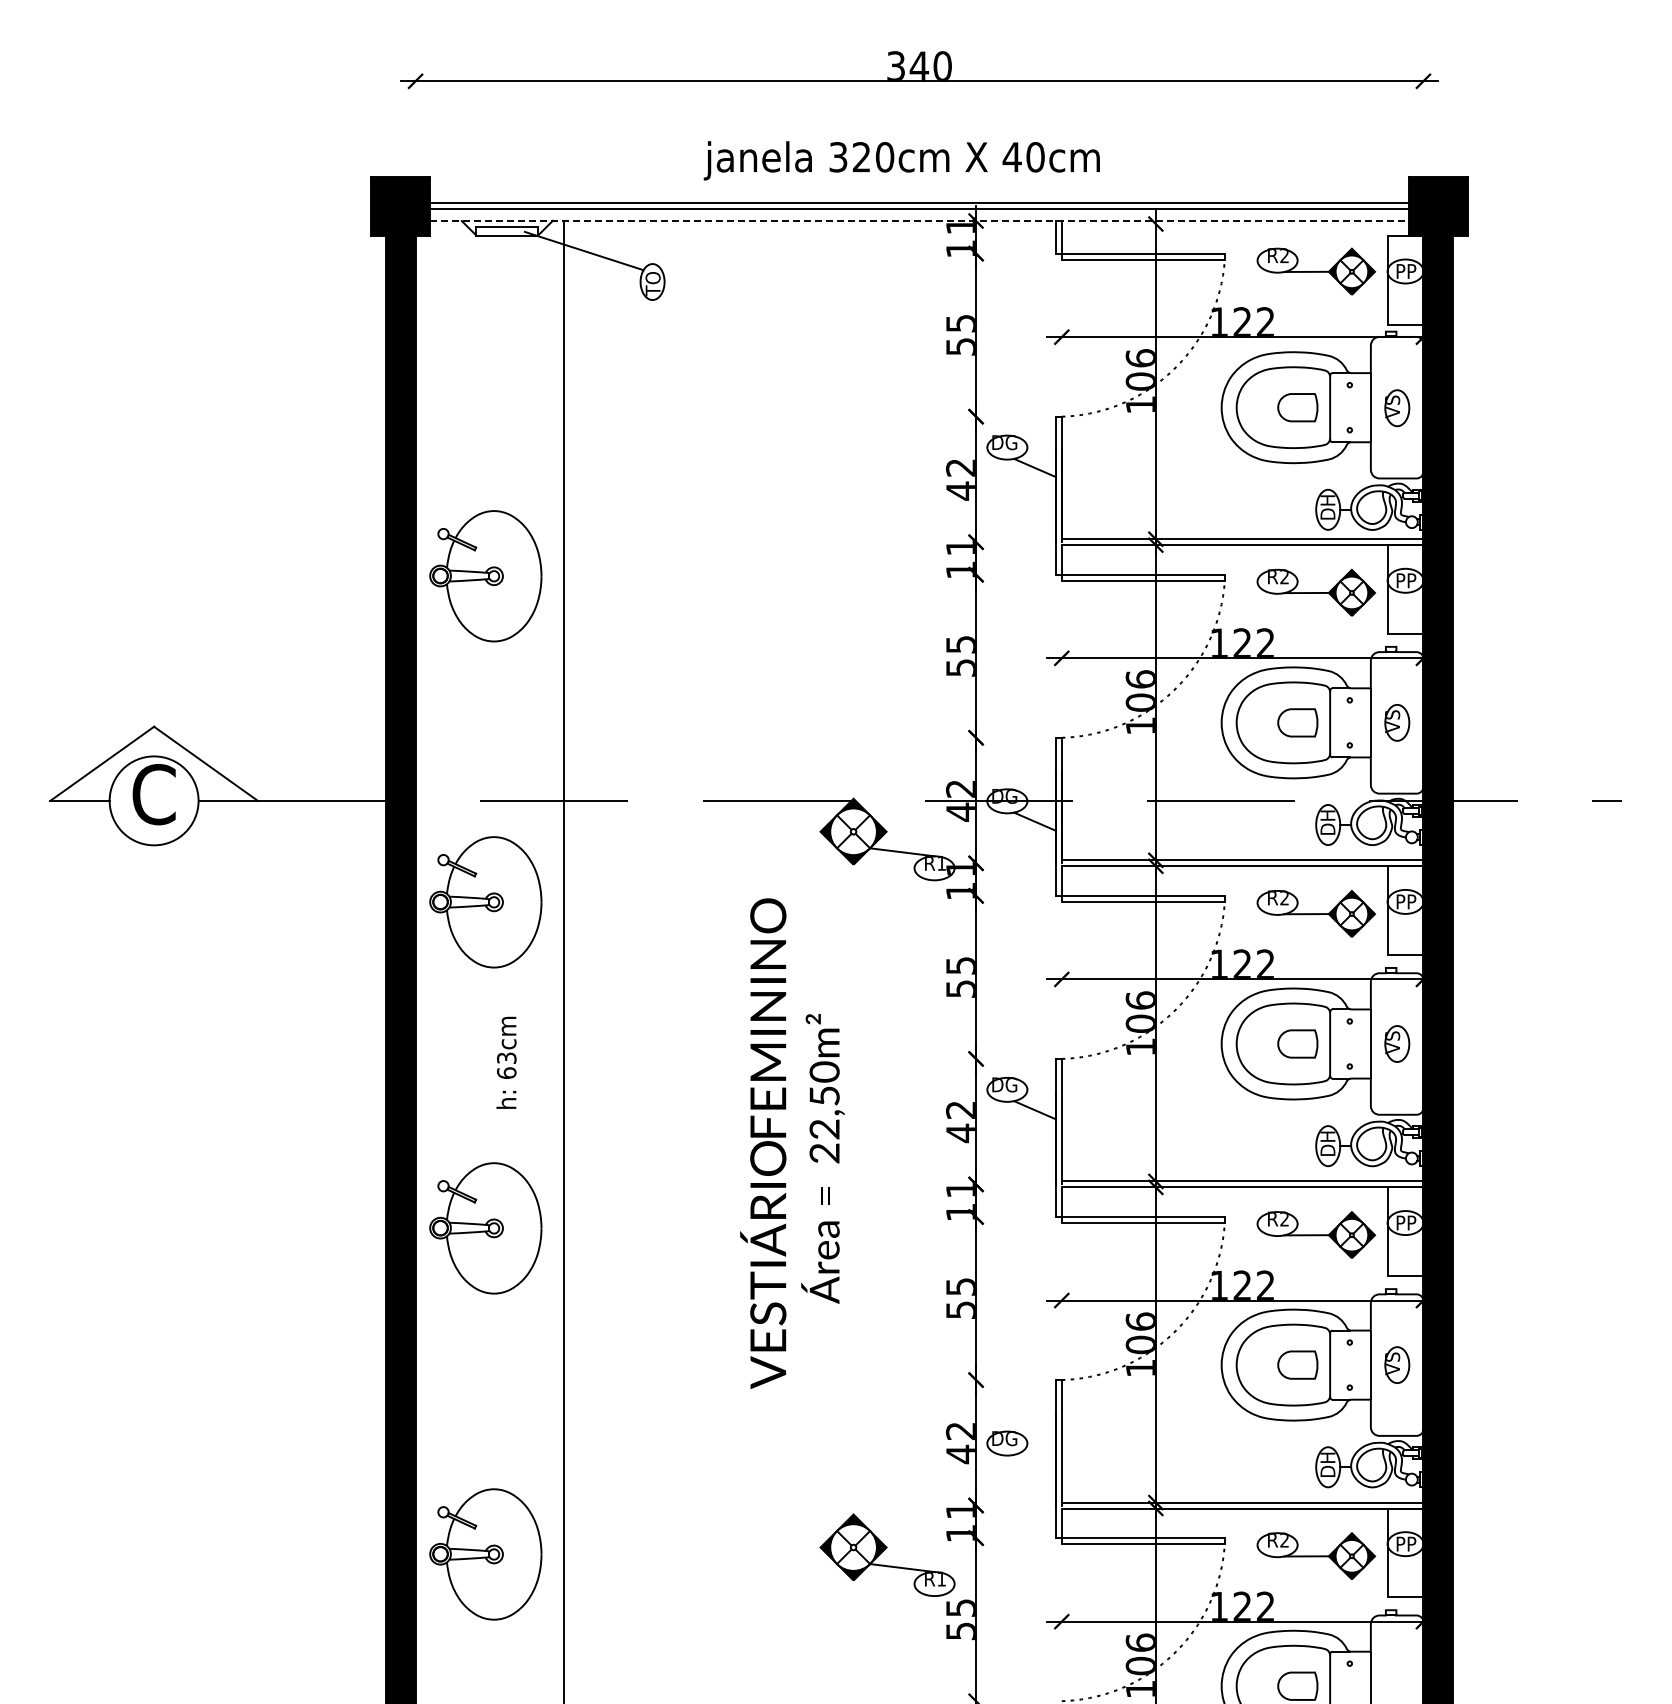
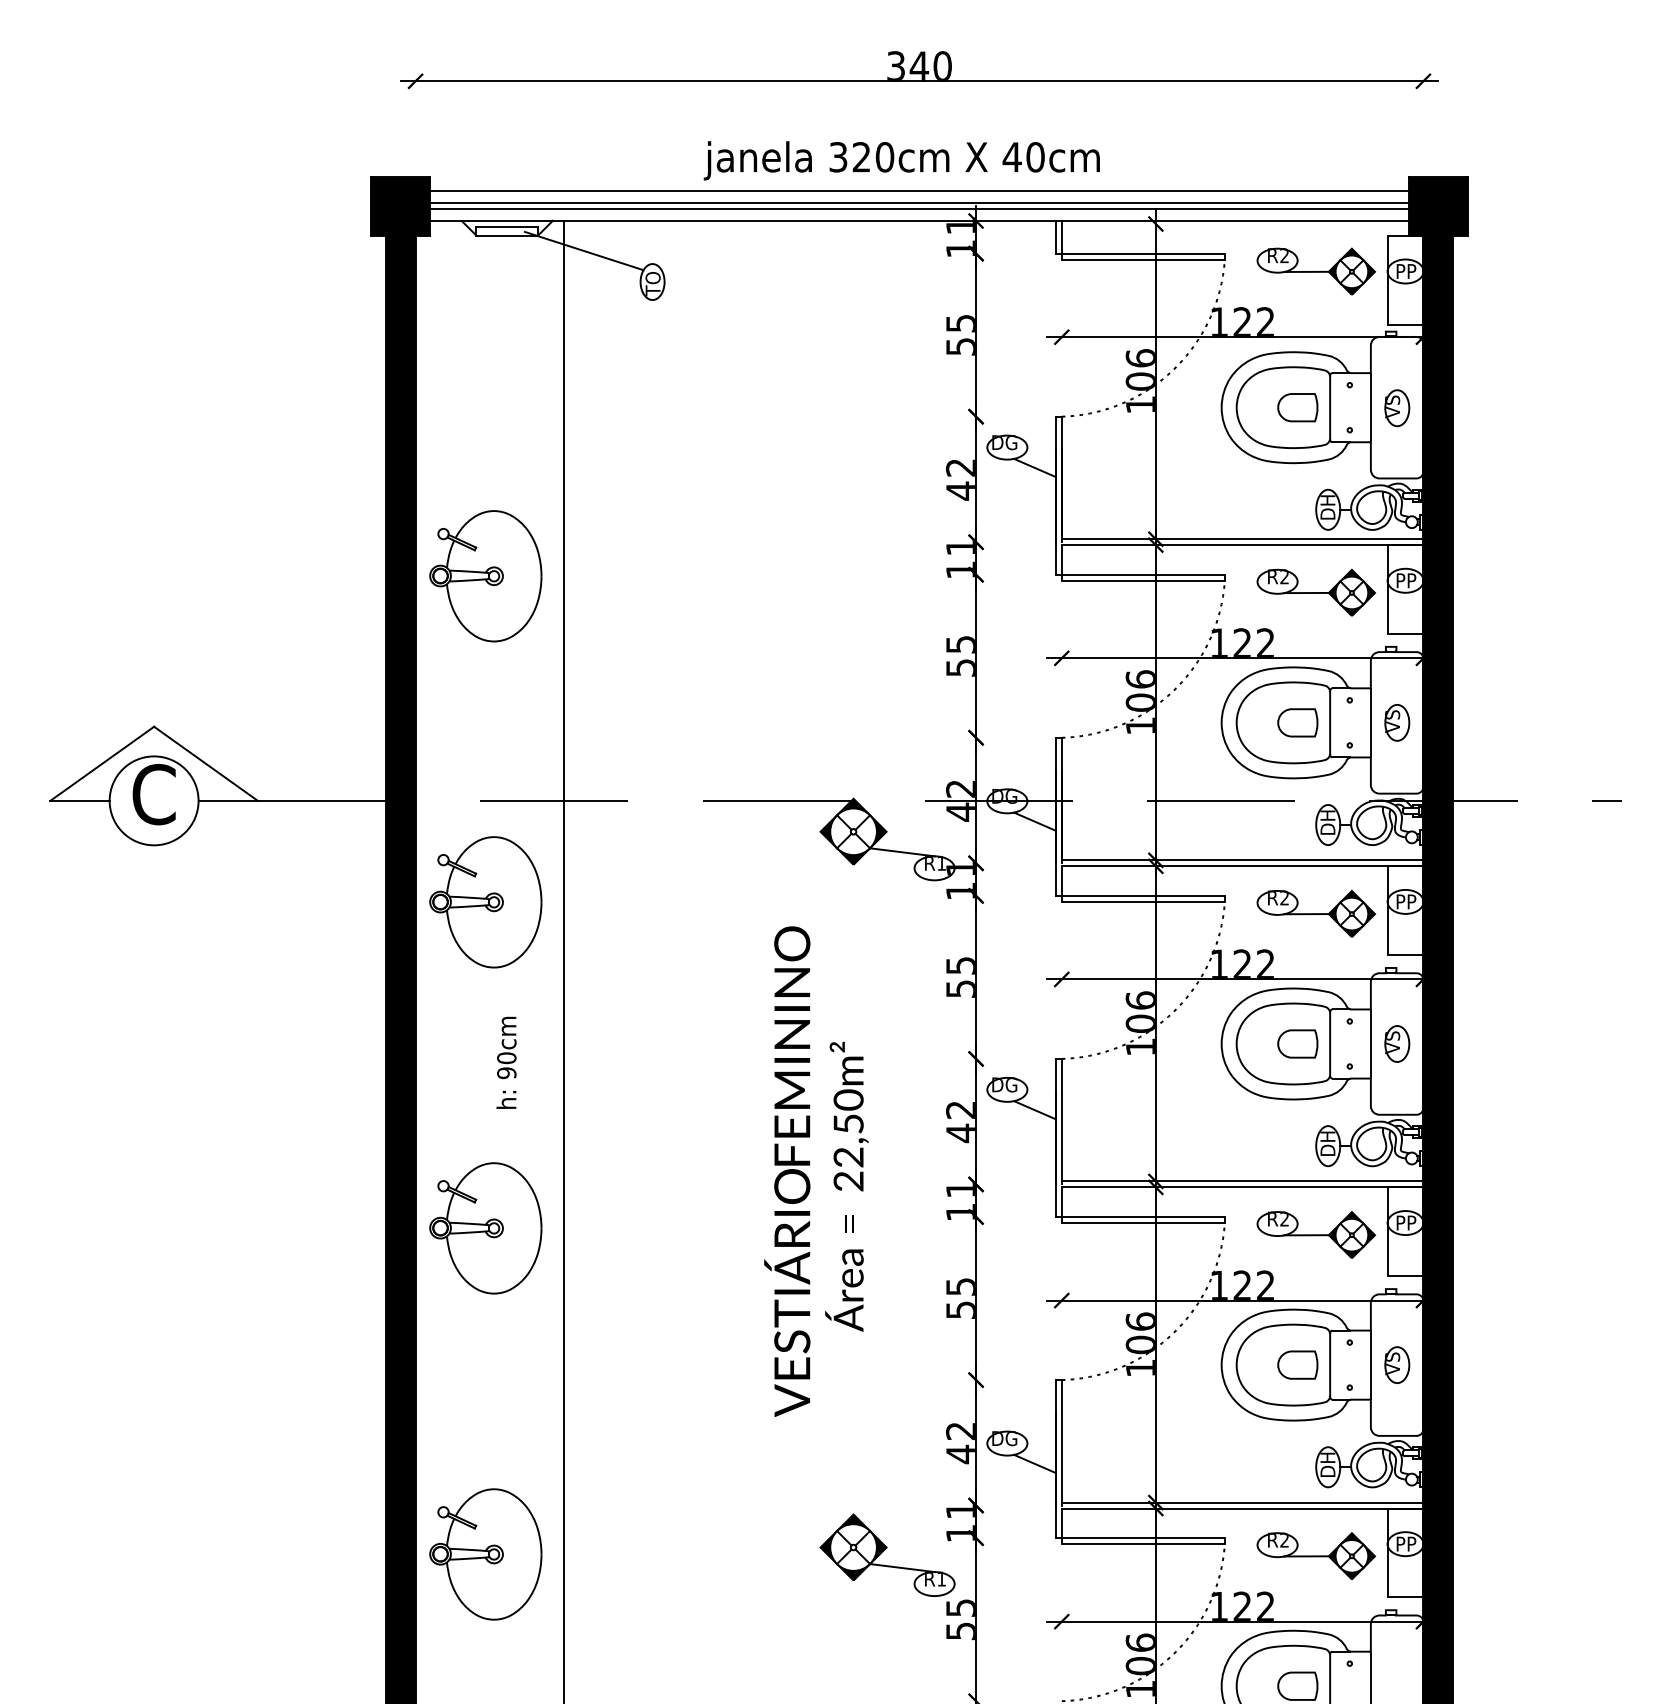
line at (919, 191): none -> present
line at (920, 221): dashed -> solid
text at (506, 1065): 63cm -> 90cm
text at (792, 1143) position: (792, 1143) -> (816, 1171)
line at (1034, 1463): none -> present
